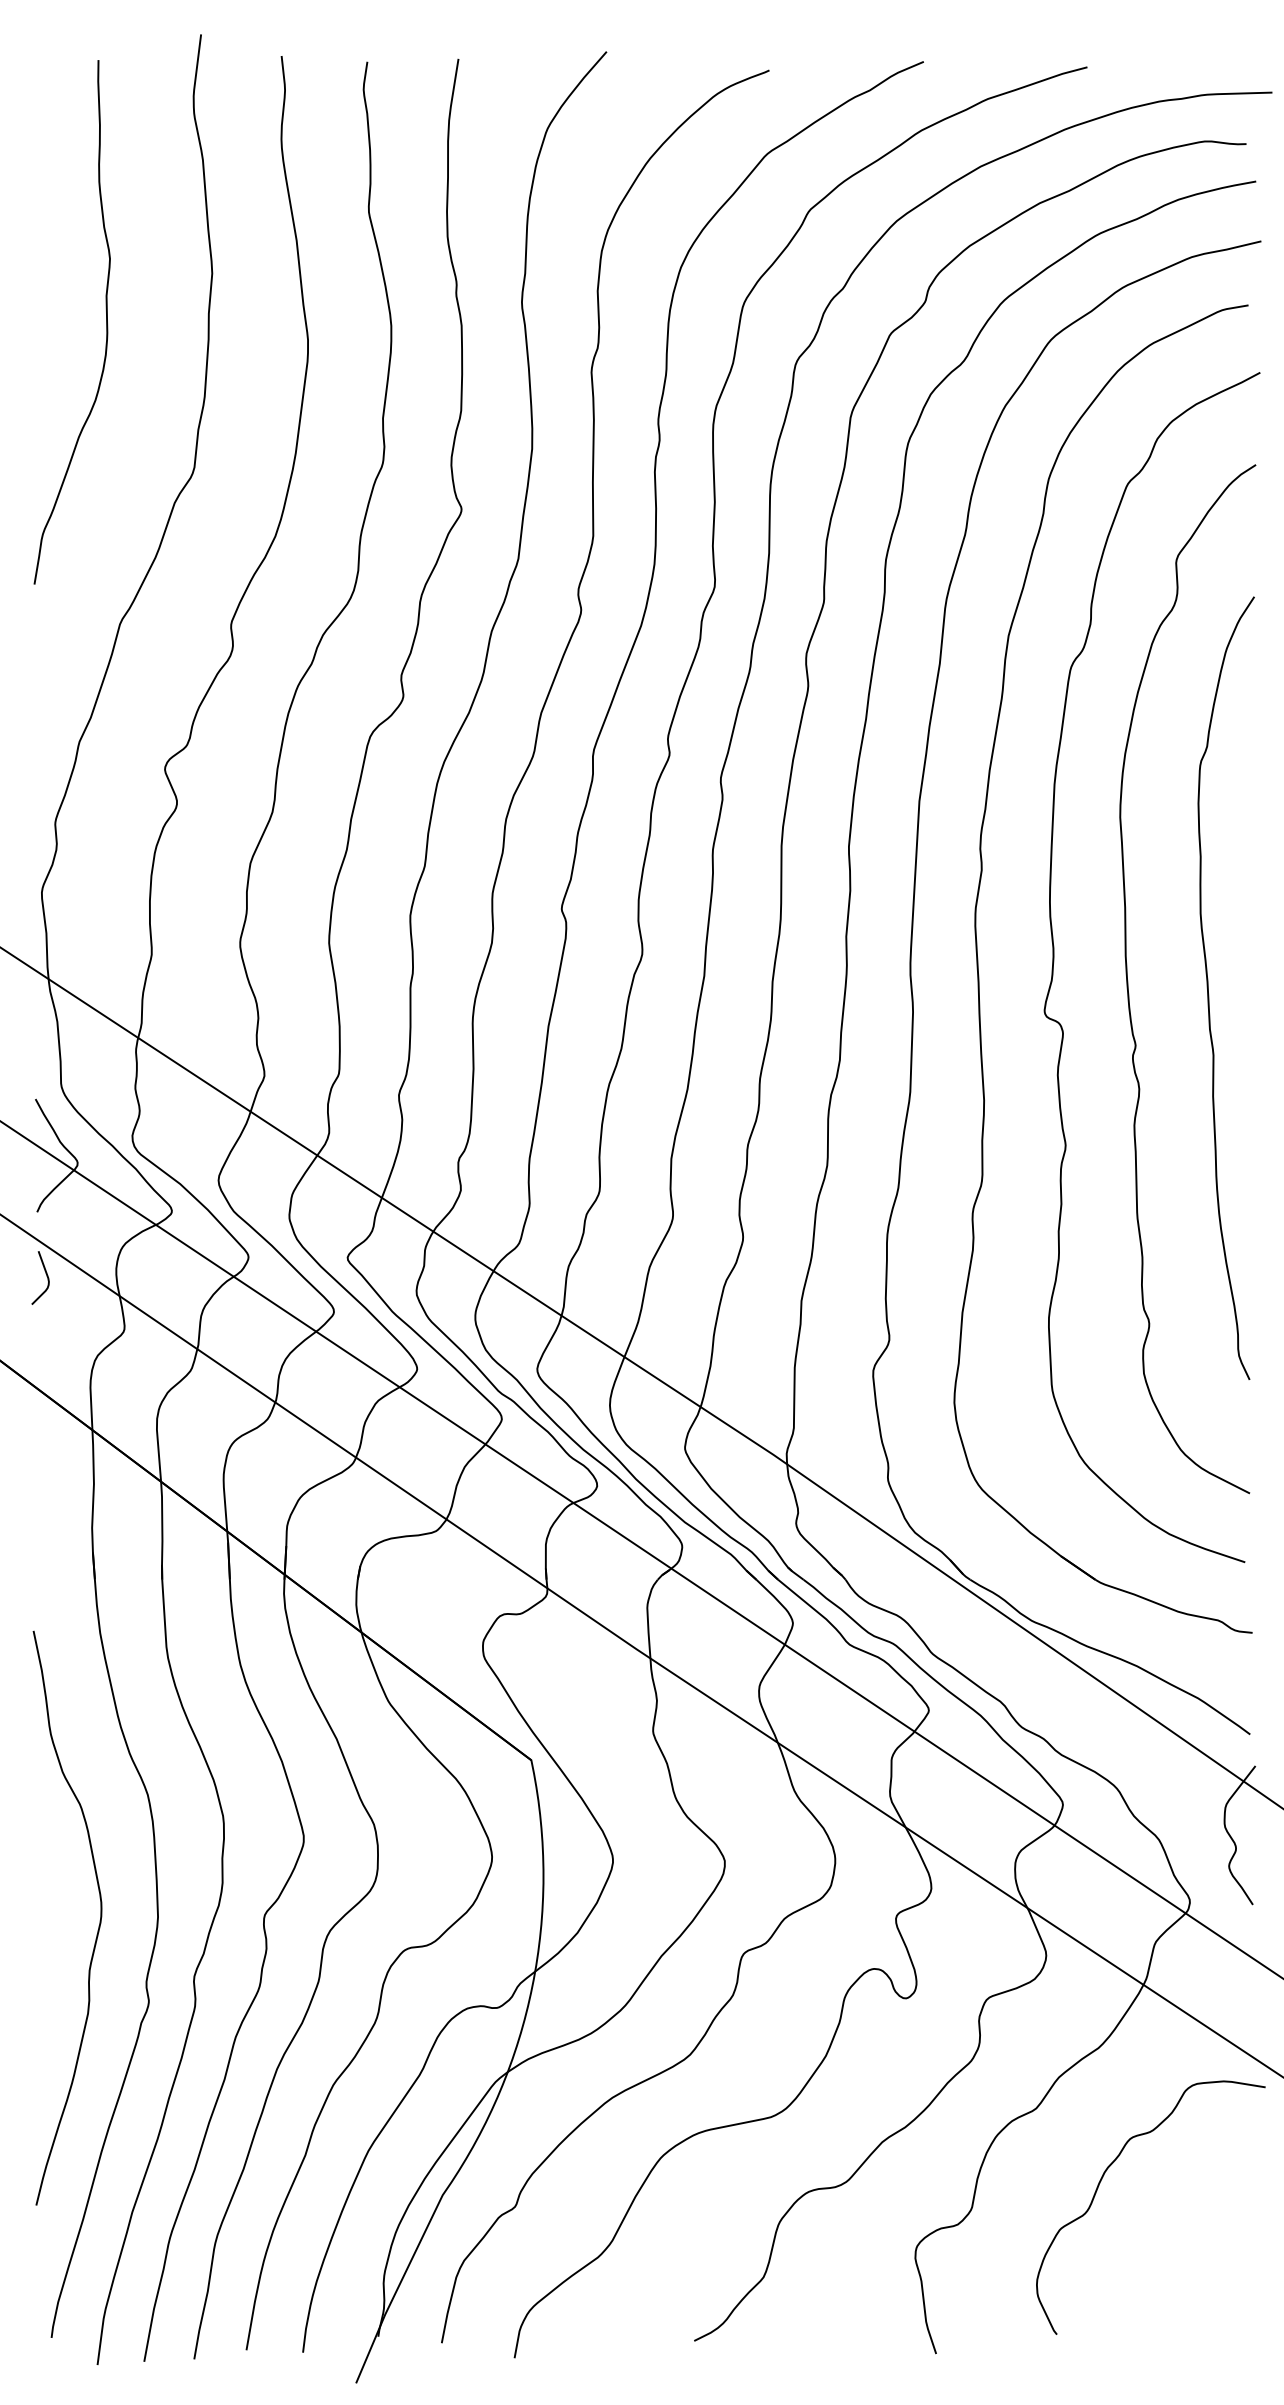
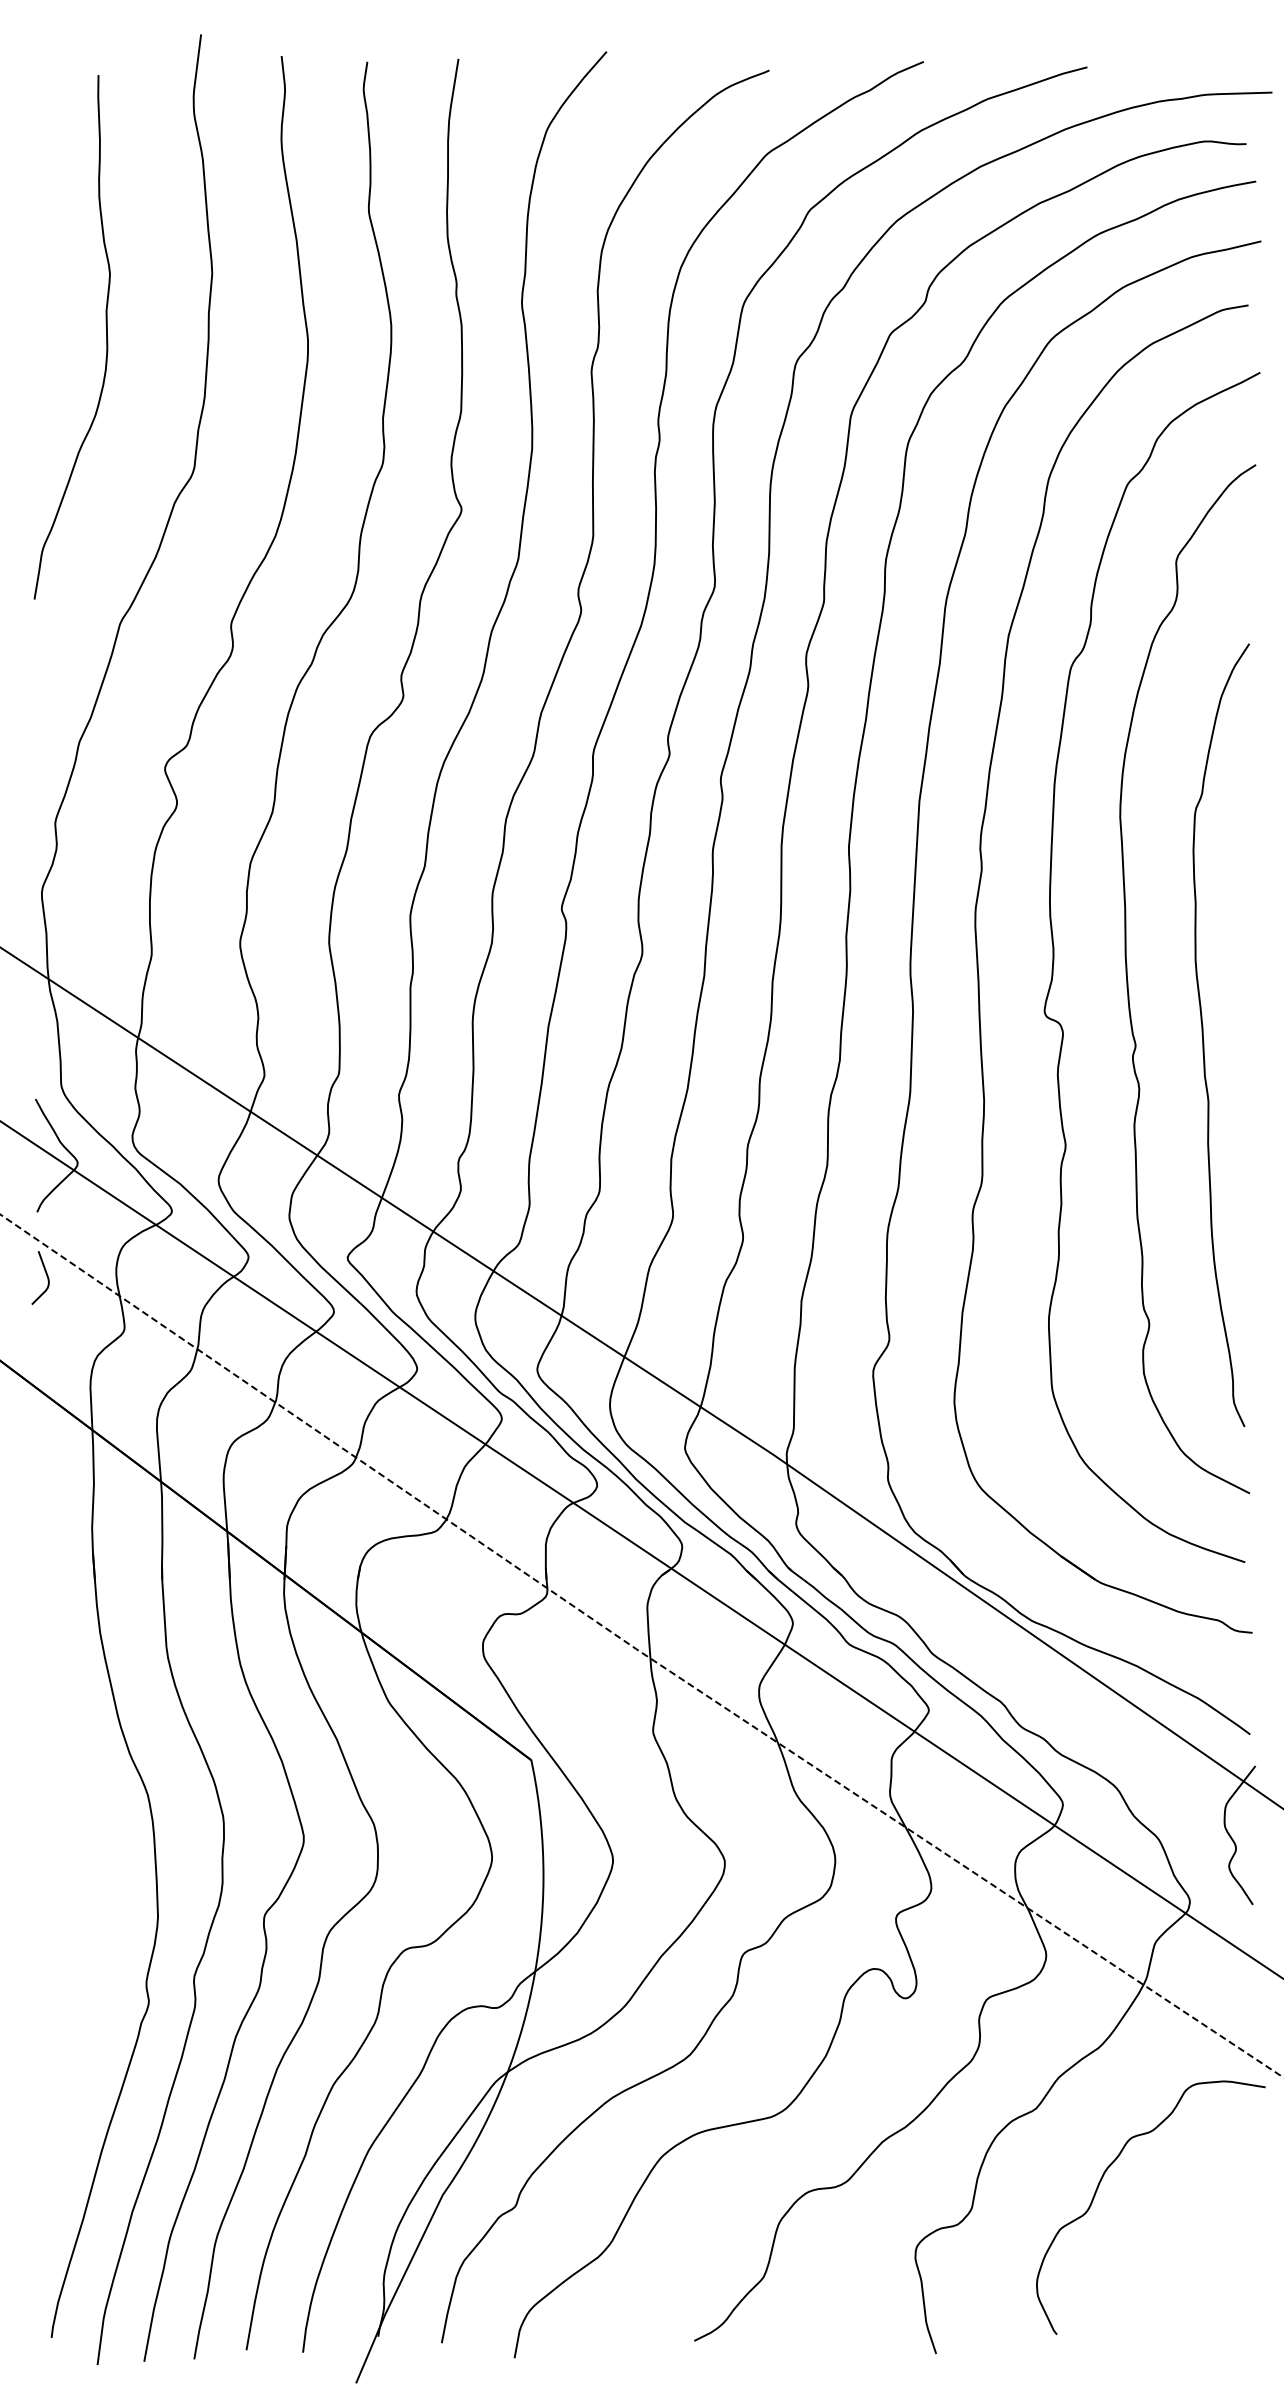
curve at (106, 322) position: (106, 322) -> (106, 337)
curve at (1208, 987) position: (1208, 987) -> (1203, 1034)
line at (637, 1649): solid -> dashed
curve at (98, 1925): present -> none
